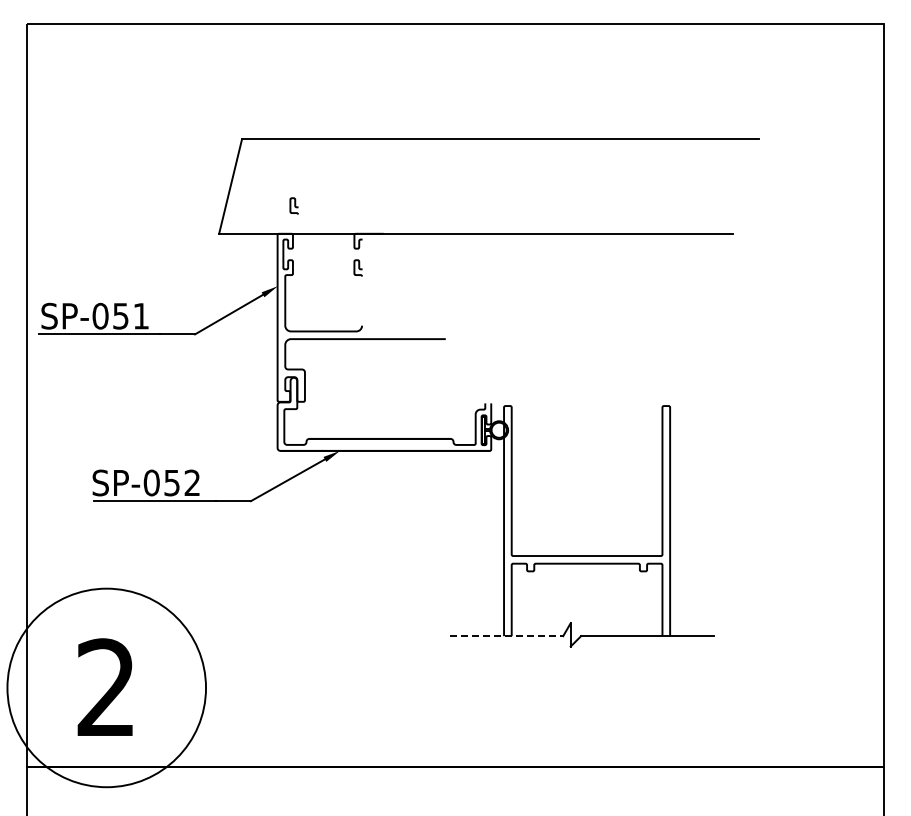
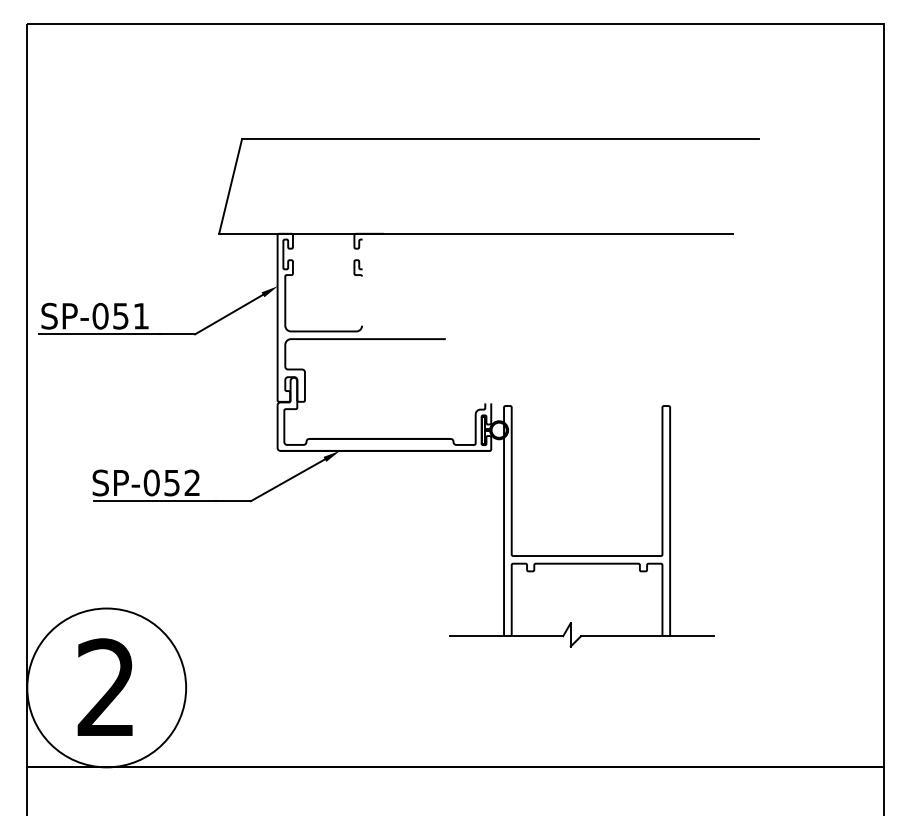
curve at (294, 205): present -> none
line at (506, 636): dashed -> solid
circle at (106, 687) diameter: 199 px -> 159 px
